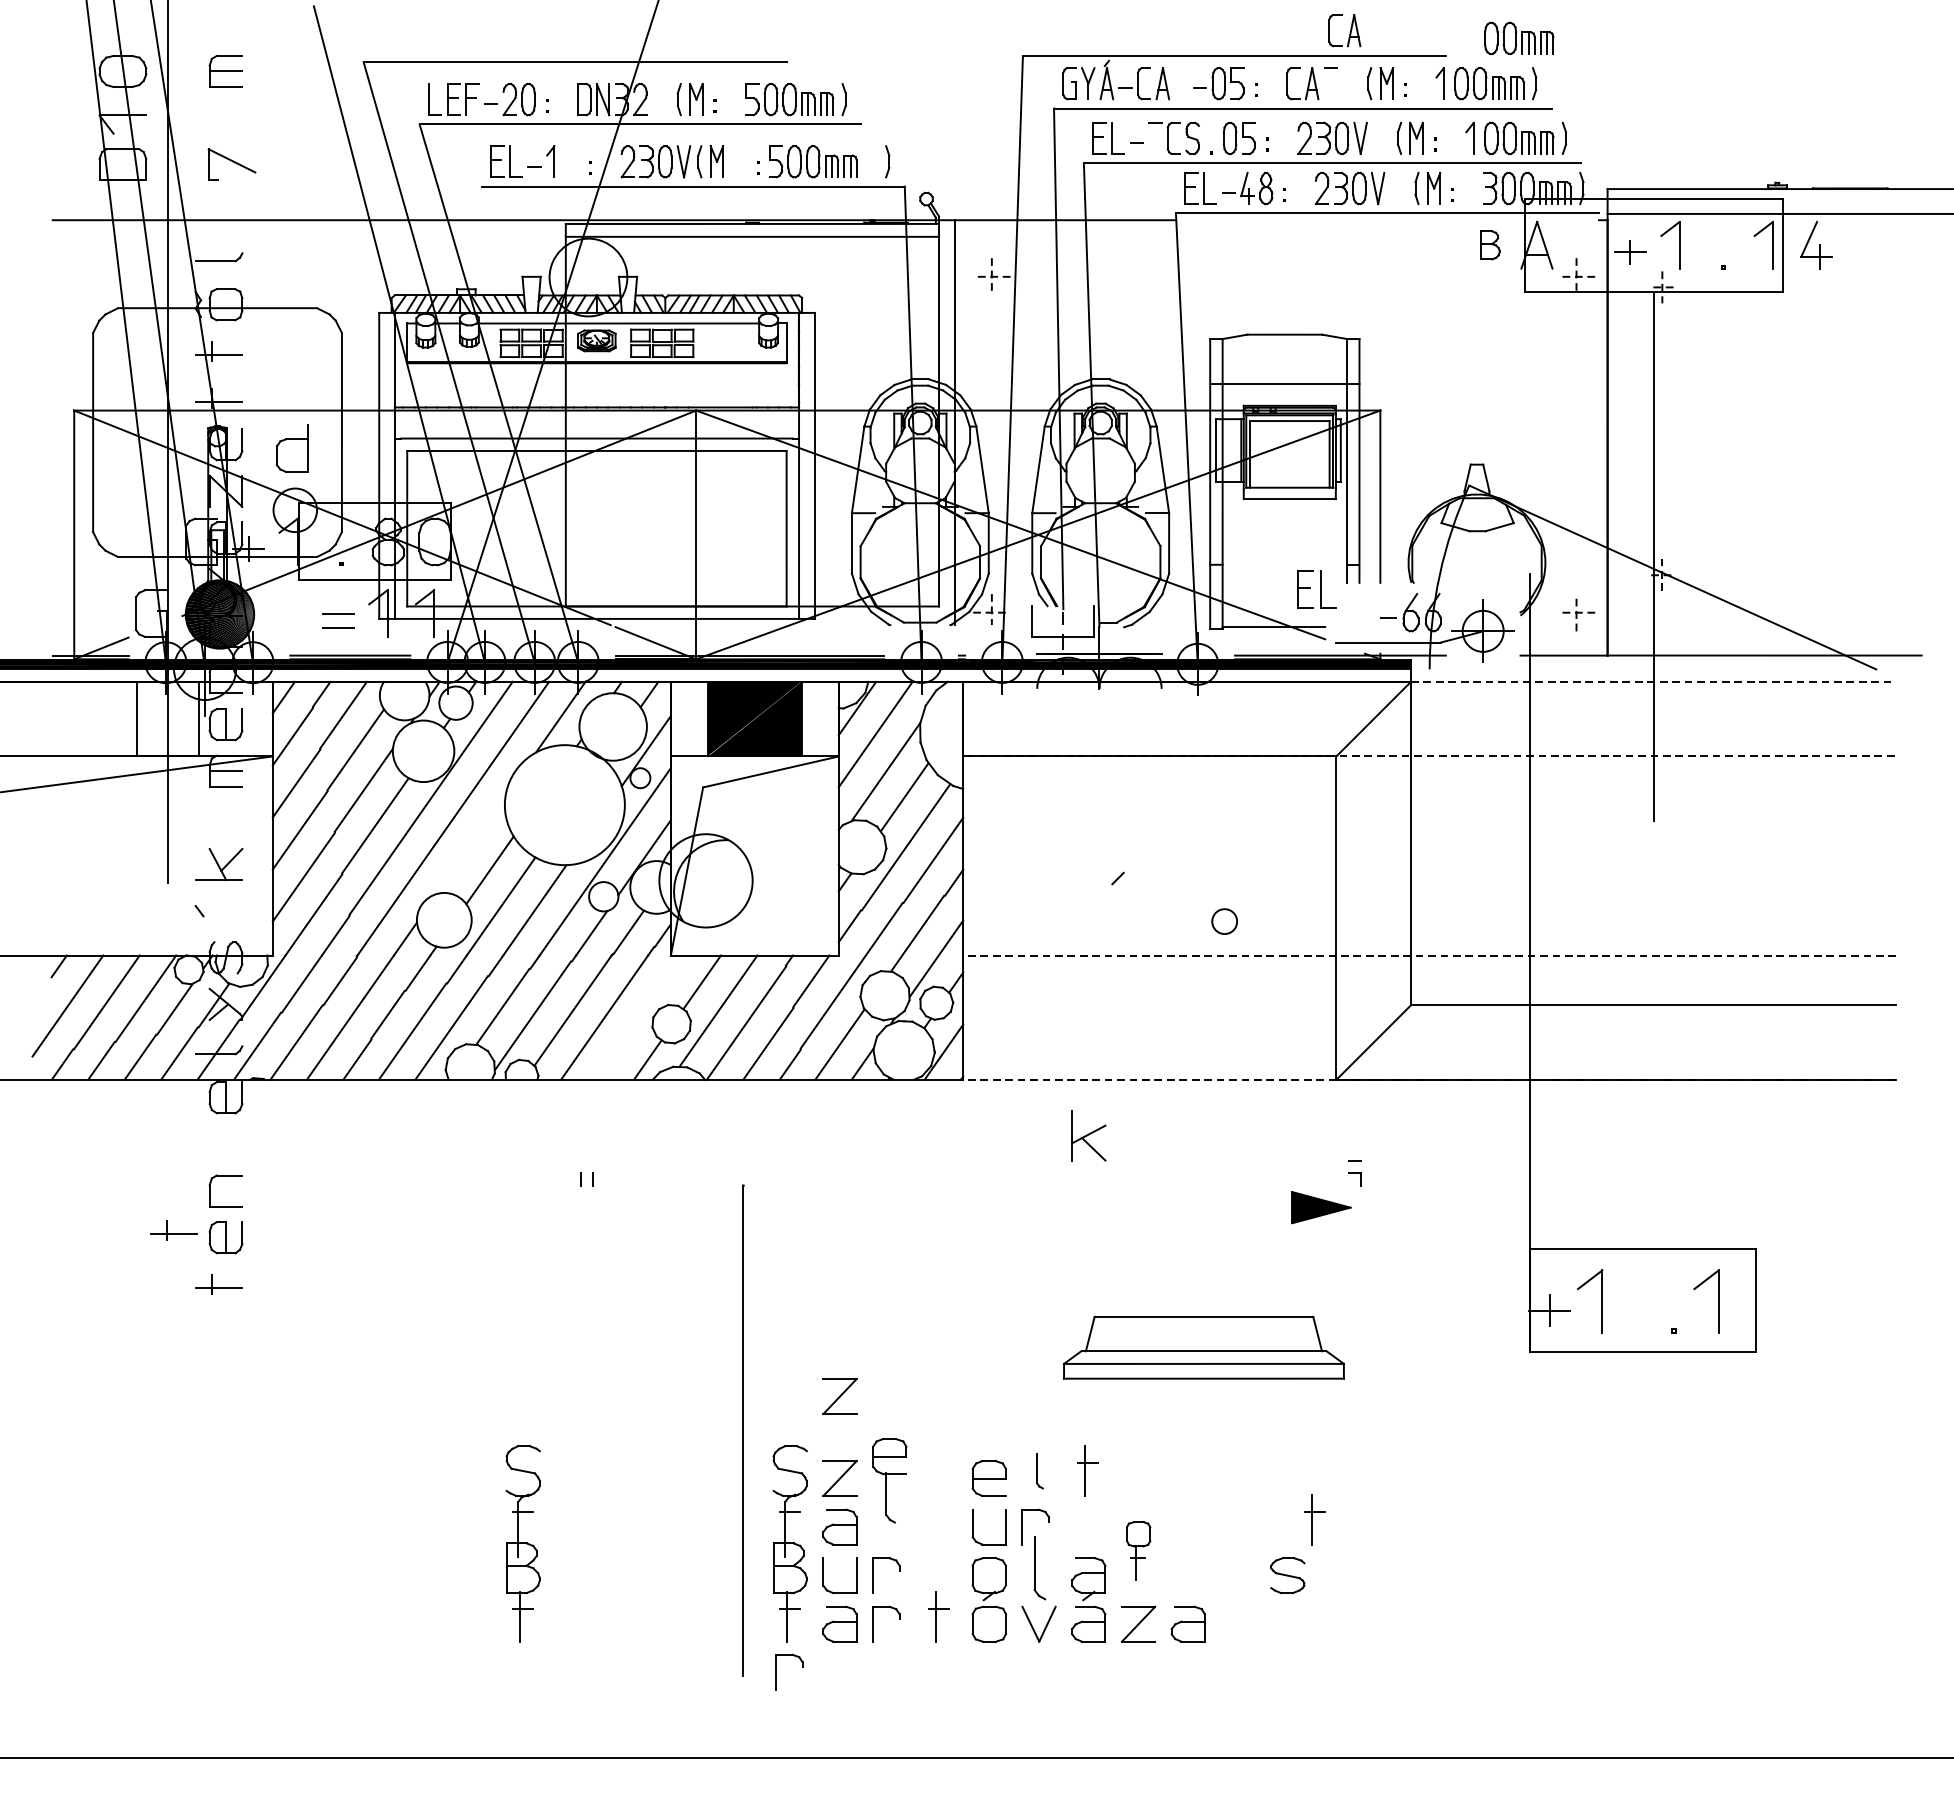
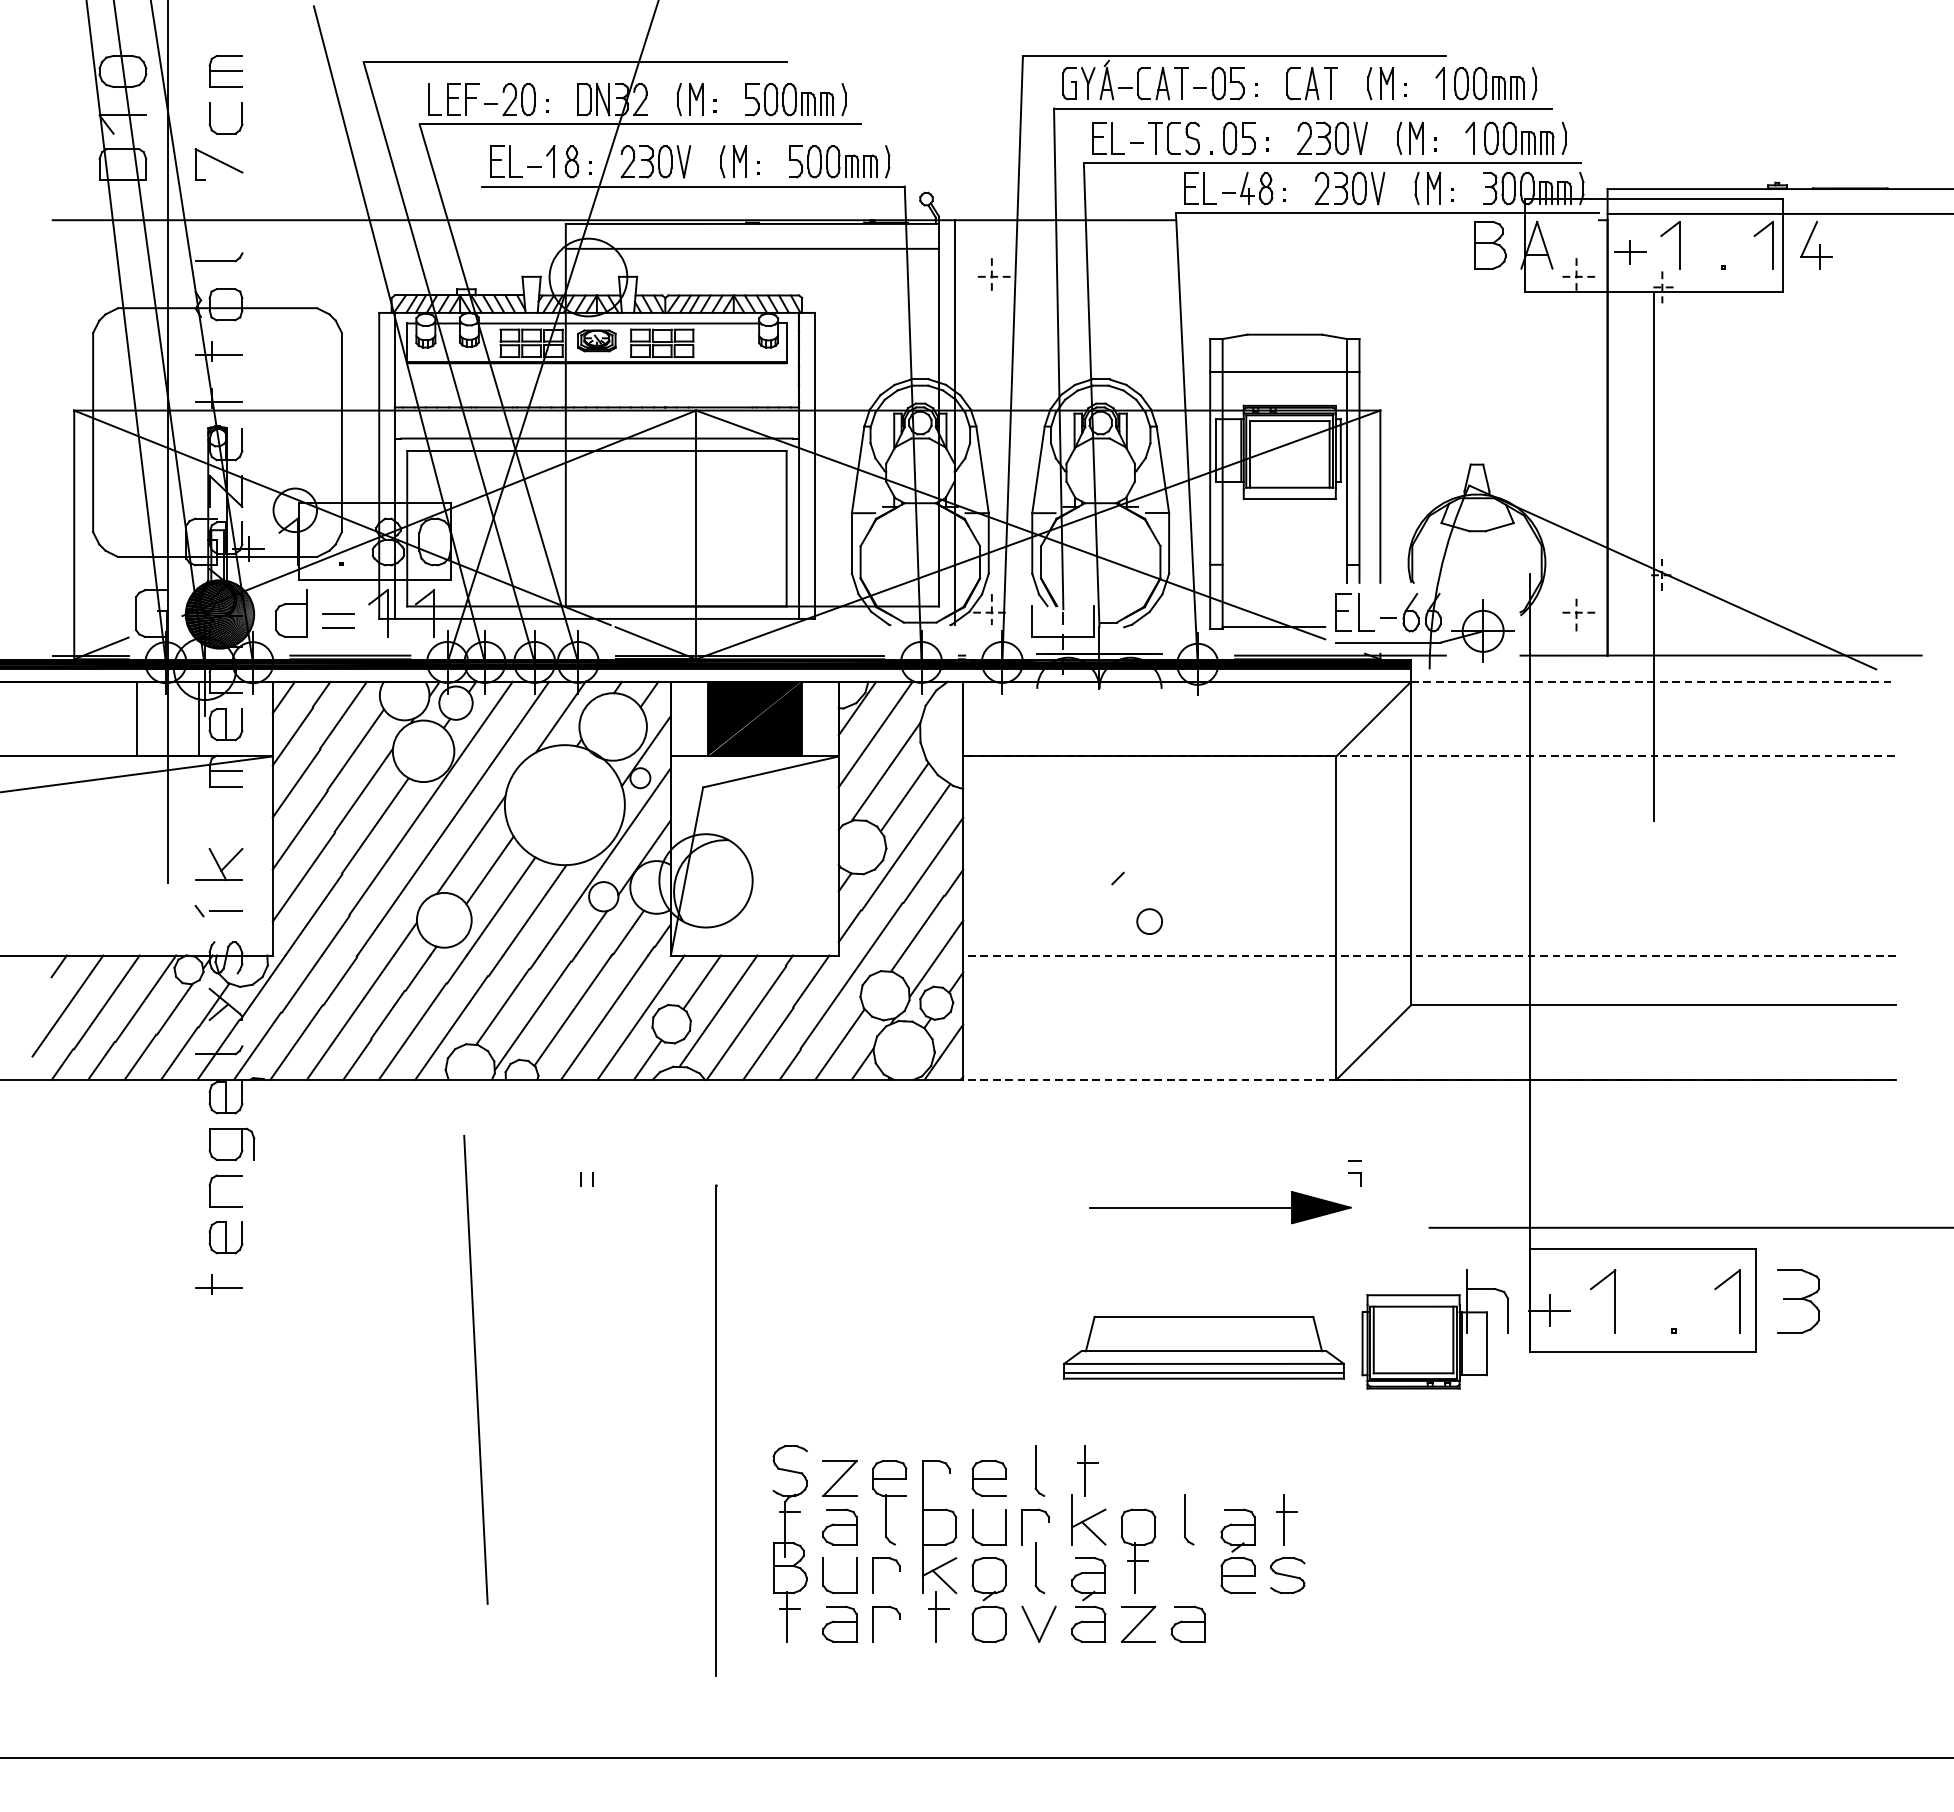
part at (1344, 30): present -> none
part at (1519, 37): present -> none
part at (1181, 83): none -> present
line at (1330, 83): none -> present
part at (210, 118): none -> present
line at (1155, 137): none -> present
part at (571, 161): none -> present
part at (710, 161) position: (710, 161) -> (733, 161)
part at (813, 161) position: (813, 161) -> (833, 161)
part at (231, 164) position: (231, 164) -> (218, 164)
line at (751, 236) position: (751, 236) -> (751, 248)
part at (1490, 245) size: 21x31 px -> 33x49 px
line at (1284, 384) position: (1284, 384) -> (1284, 372)
part at (292, 448) position: (292, 448) -> (291, 613)
part at (1316, 589) position: (1316, 589) -> (1354, 612)
line at (471, 844): none -> present
line at (225, 910): none -> present
circle at (1224, 921) position: (1224, 921) -> (1149, 921)
line at (640, 1017): none -> present
part at (1088, 1135) position: (1088, 1135) -> (1088, 1519)
part at (231, 1143): none -> present
line at (1191, 1207): none -> present
line at (1689, 1227): none -> present
part at (173, 1230): present -> none
part at (1601, 1301) position: (1601, 1301) -> (1614, 1301)
part at (1718, 1301) position: (1718, 1301) -> (1739, 1301)
part at (1798, 1301): none -> present
part at (1435, 1329): none -> present
line at (475, 1369): none -> present
line at (1203, 1372): none -> present
part at (839, 1396): present -> none
line at (743, 1430) position: (743, 1430) -> (716, 1430)
part at (1039, 1471) size: 8x37 px -> 12x52 px
part at (889, 1480) position: (889, 1480) -> (889, 1502)
part at (1189, 1519): none -> present
part at (1314, 1519) position: (1314, 1519) -> (1286, 1519)
part at (939, 1527): none -> present
part at (522, 1543): present -> none
part at (1138, 1550) size: 26x60 px -> 36x86 px
part at (1237, 1551): none -> present
part at (1039, 1568) size: 14x65 px -> 12x53 px
part at (776, 1671): present -> none
